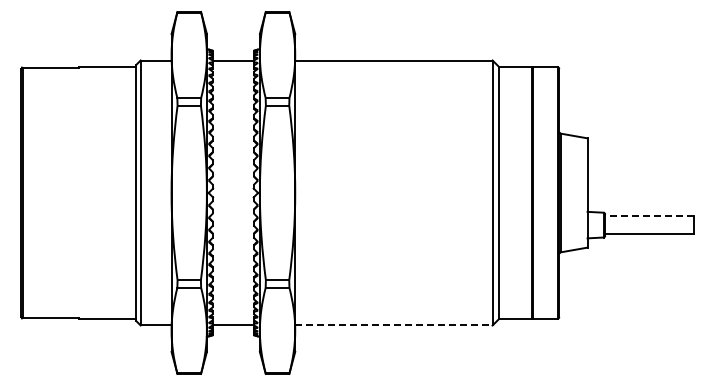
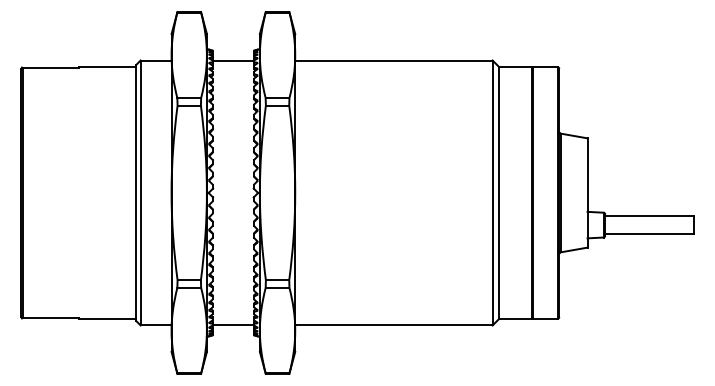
line at (648, 216): dashed -> solid
line at (393, 325): dashed -> solid
